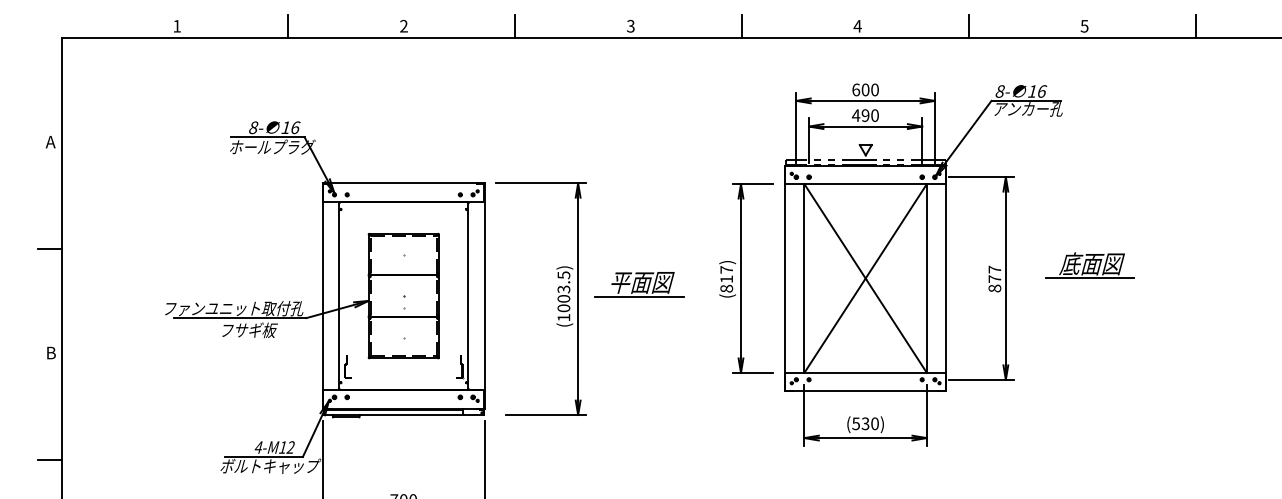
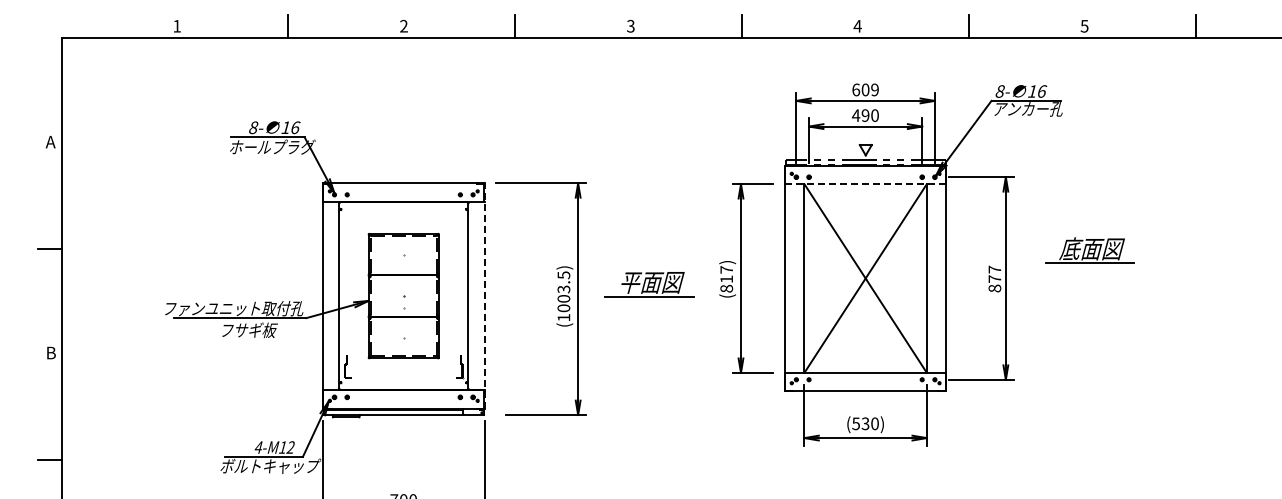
text at (874, 89): 600 -> 609
line at (865, 184): solid -> dashed
part at (1089, 265) position: (1089, 265) -> (1089, 250)
part at (639, 284) position: (639, 284) -> (649, 284)
line at (484, 296): solid -> dashed
